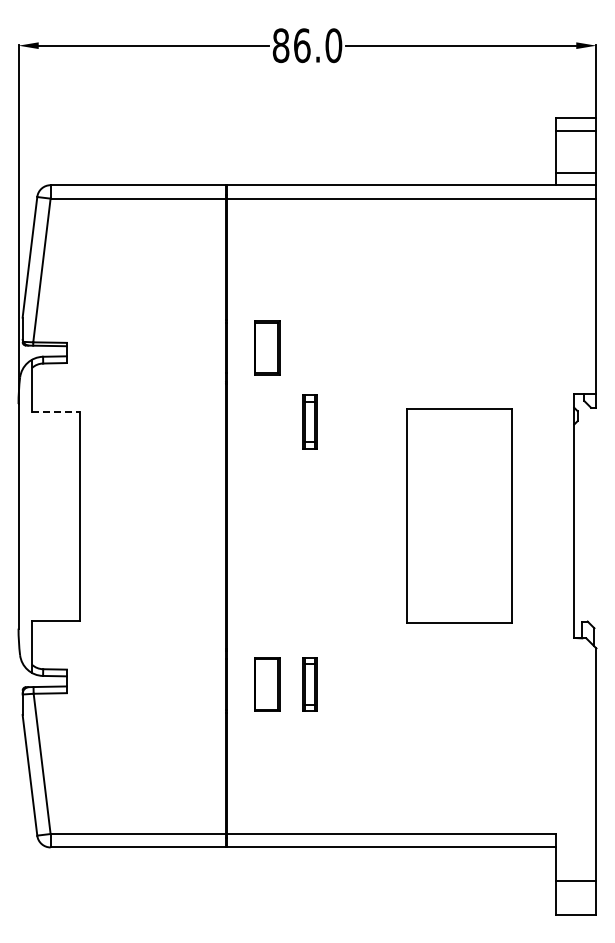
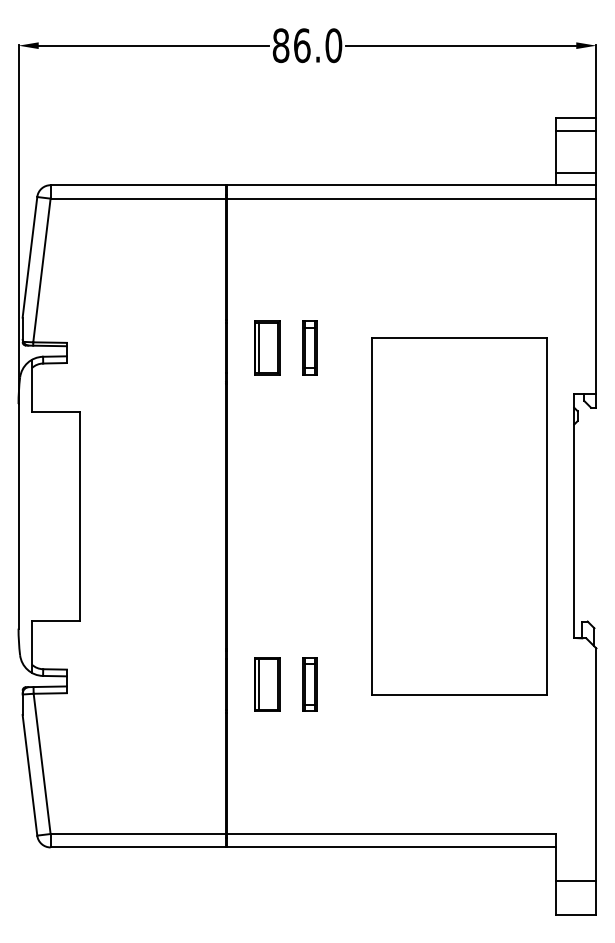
line at (259, 348): none -> present
line at (56, 412): dashed -> solid
part at (309, 421) position: (309, 421) -> (309, 347)
part at (459, 515) size: 107x216 px -> 177x359 px
line at (259, 684): none -> present
